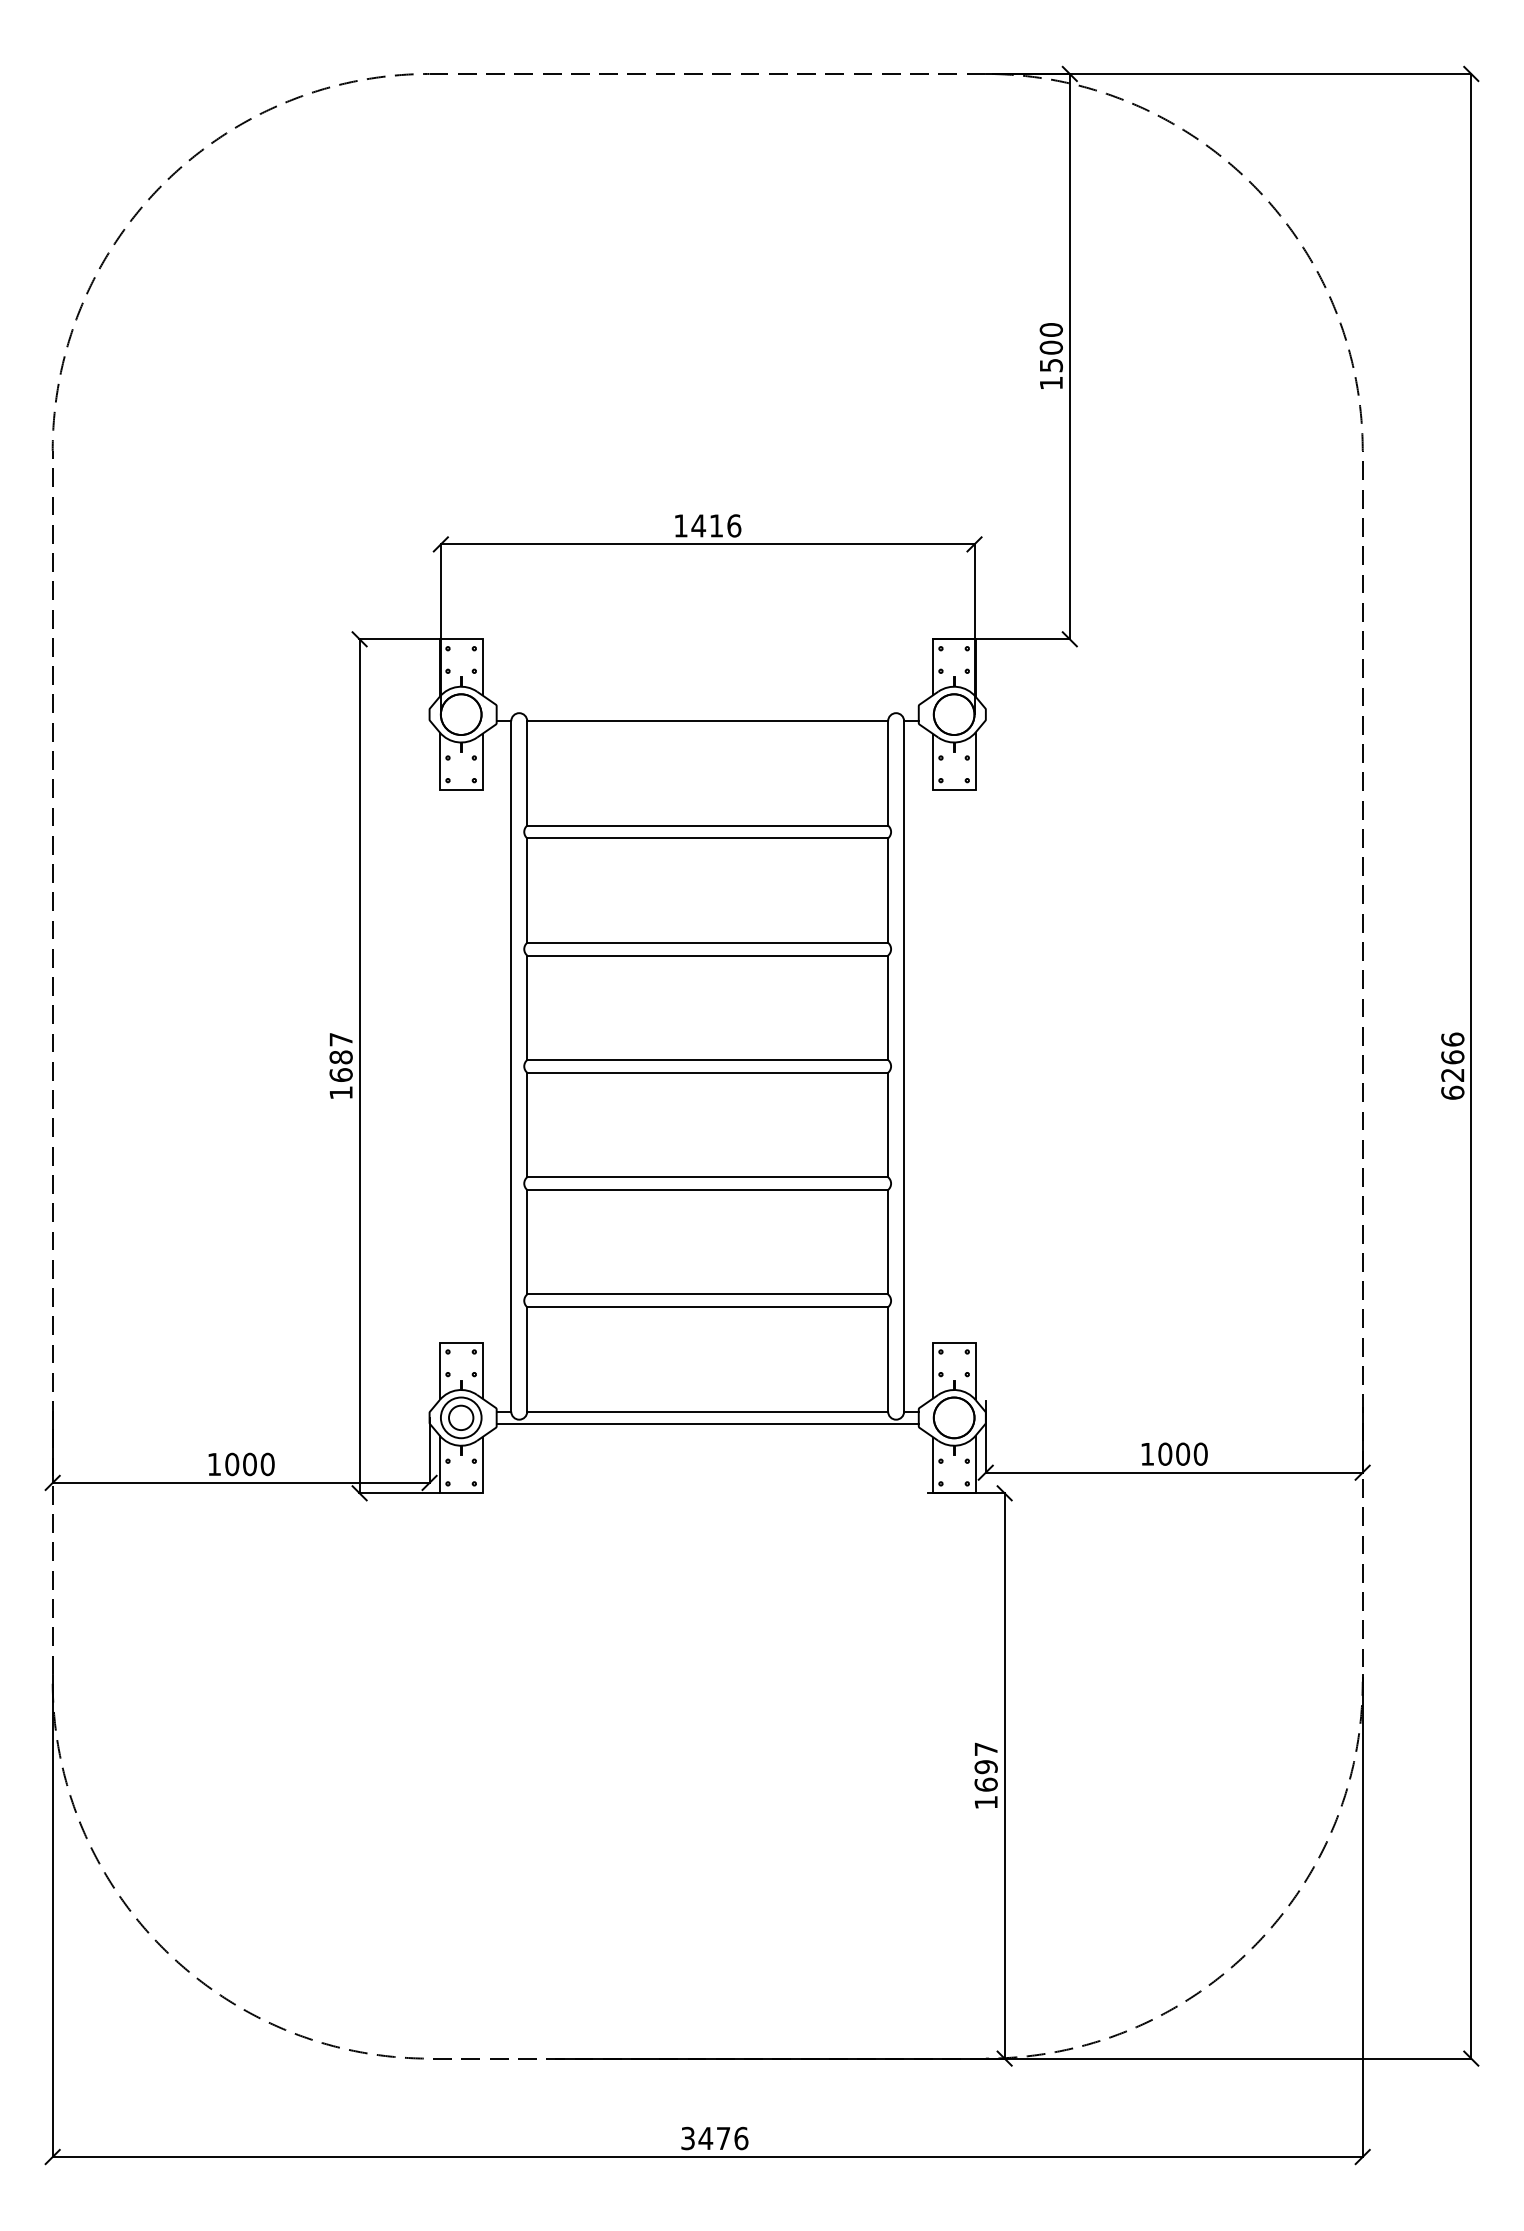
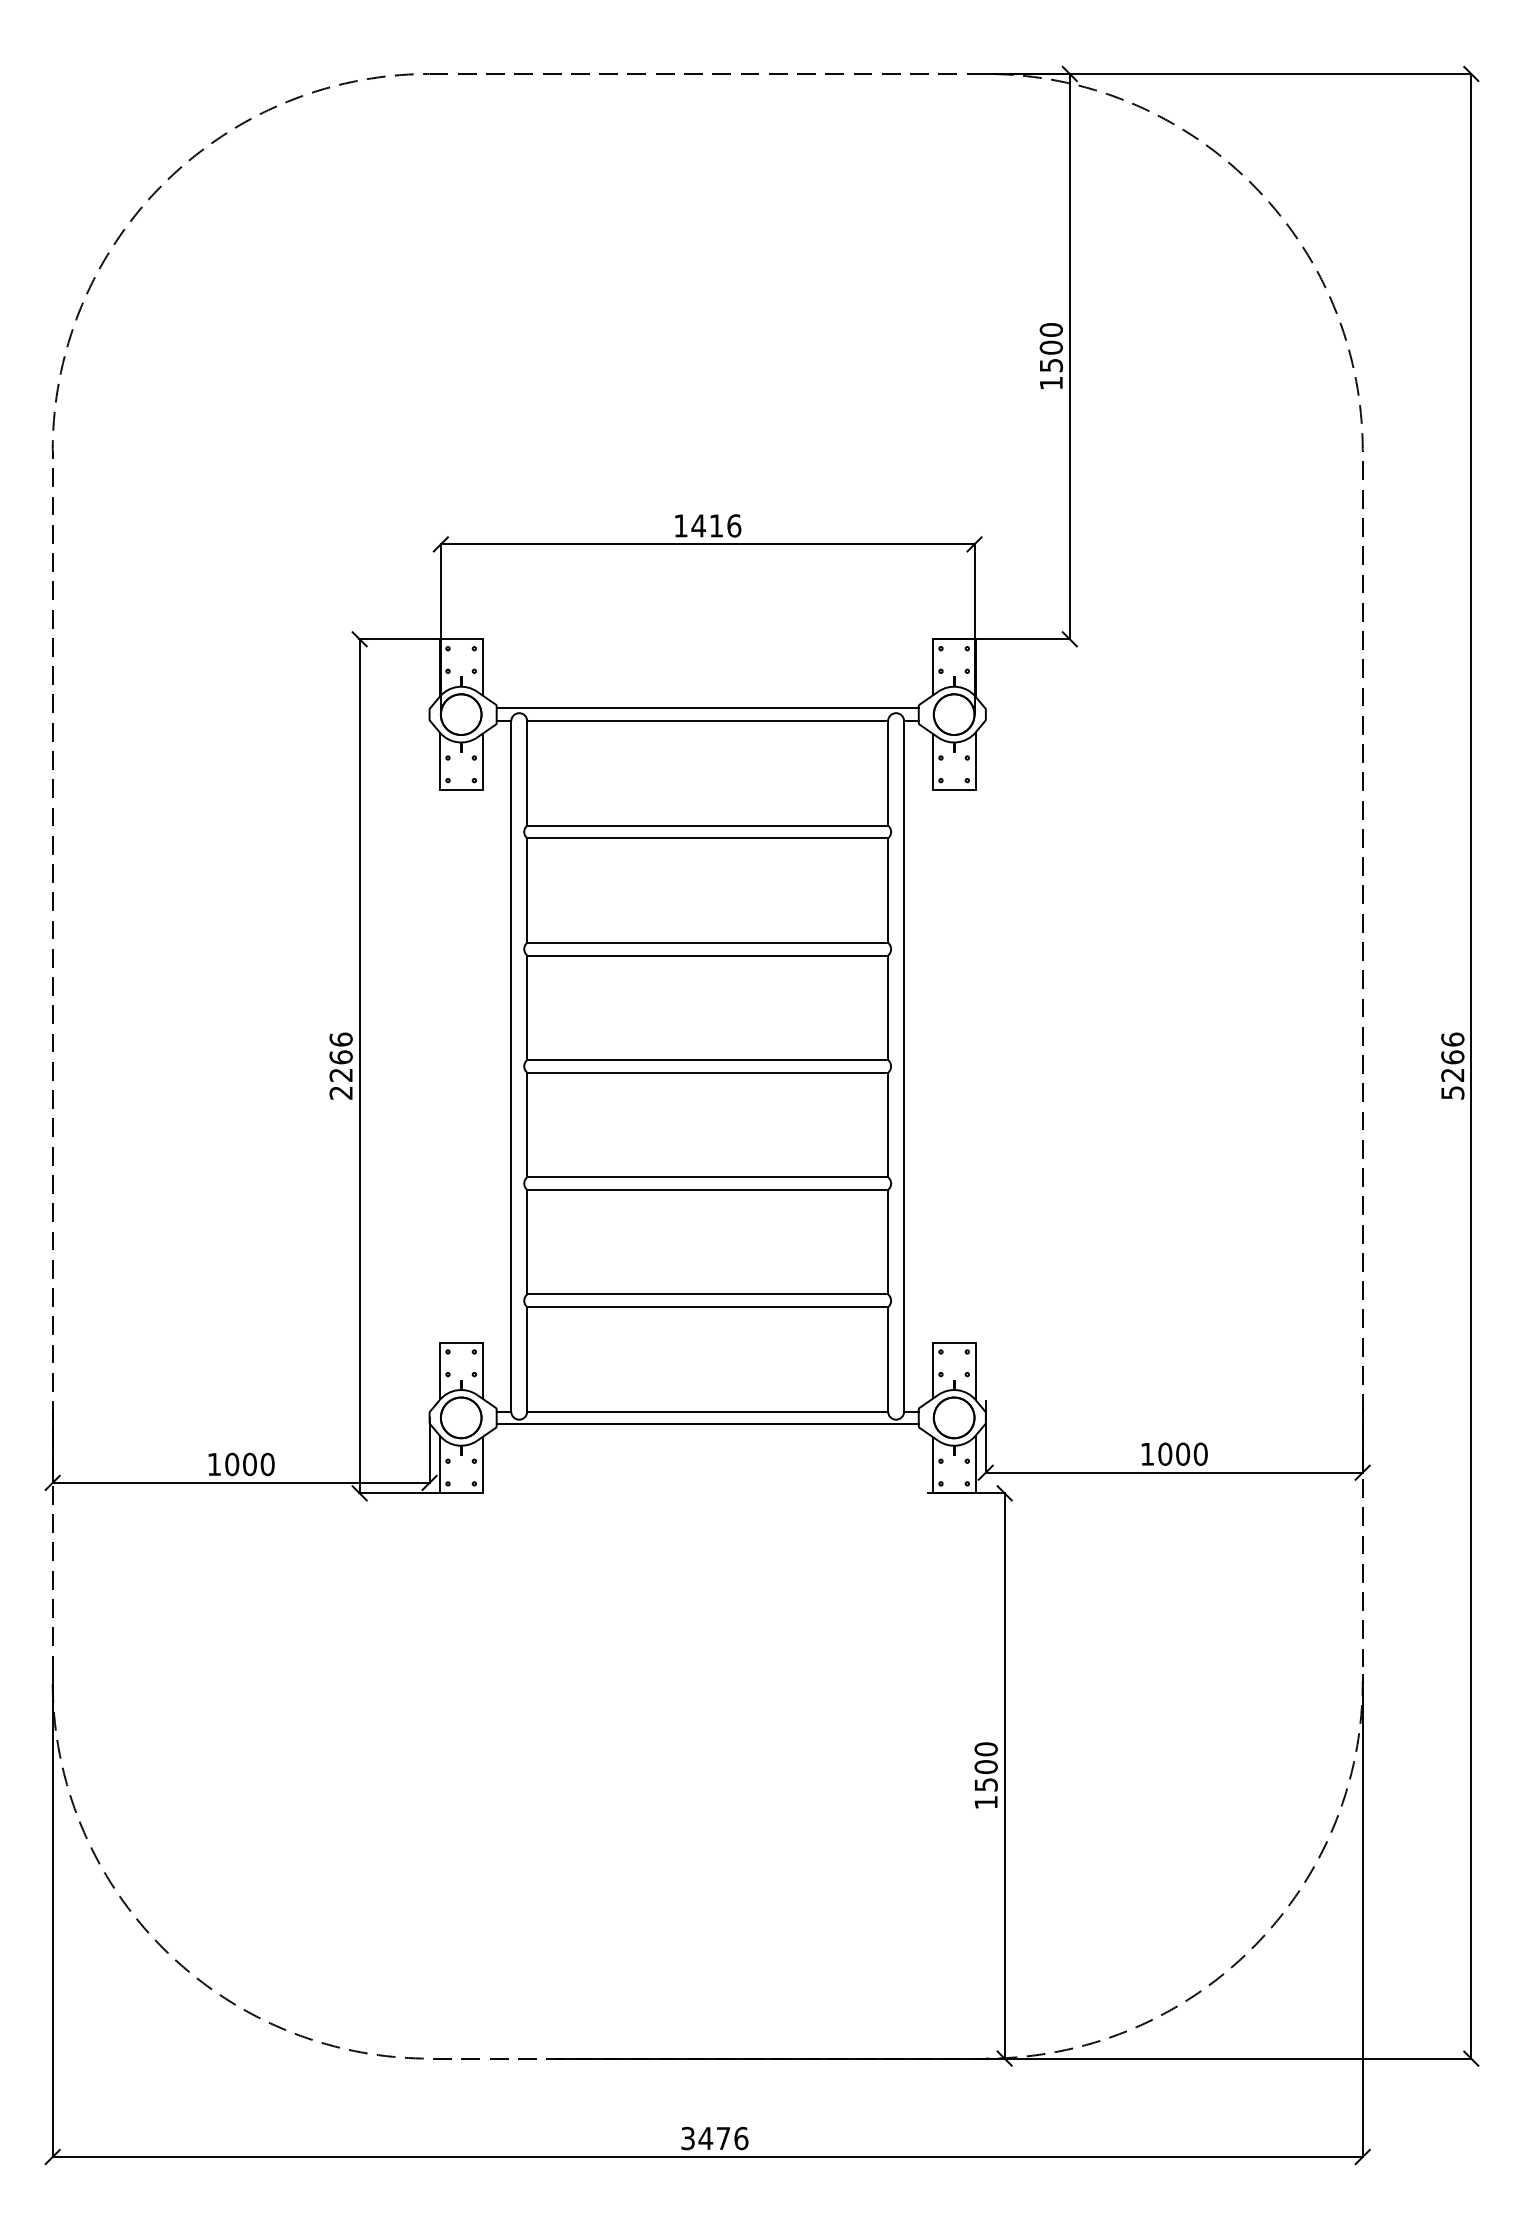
line at (707, 708): none -> present
text at (340, 1065): 1687 -> 2266
text at (1452, 1092): 6266 -> 5266
circle at (461, 1417) diameter: 24 px -> 41 px
text at (985, 1766): 1697 -> 1500
